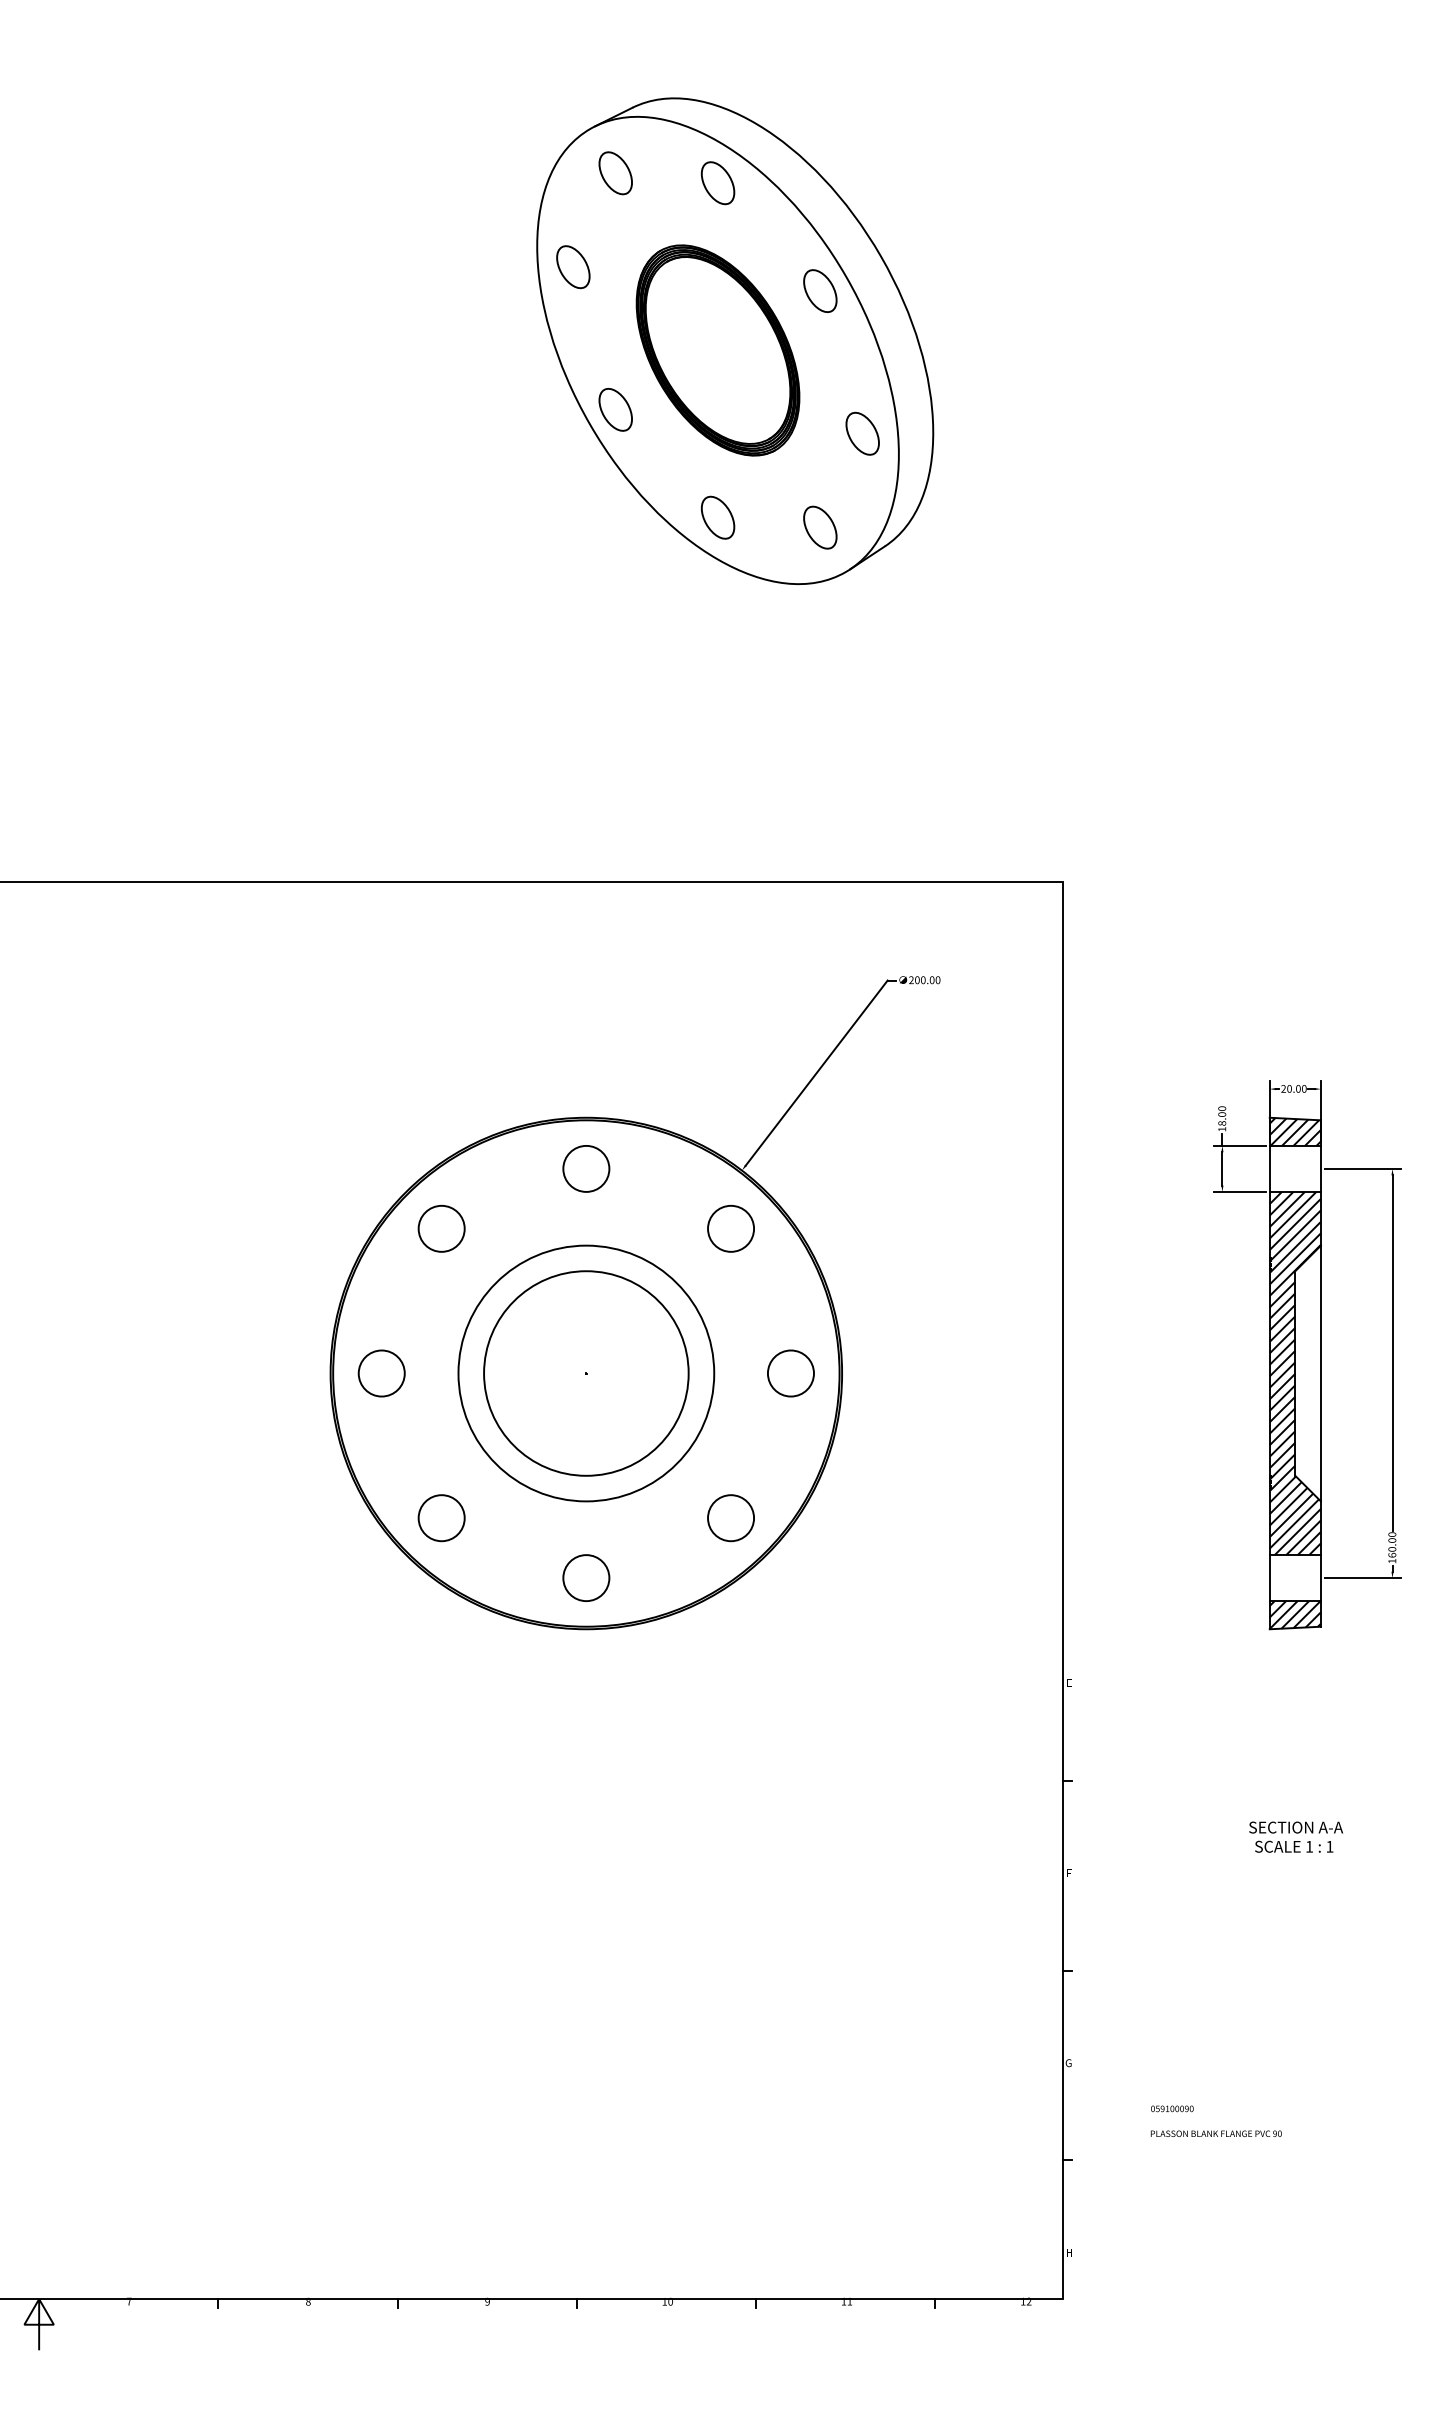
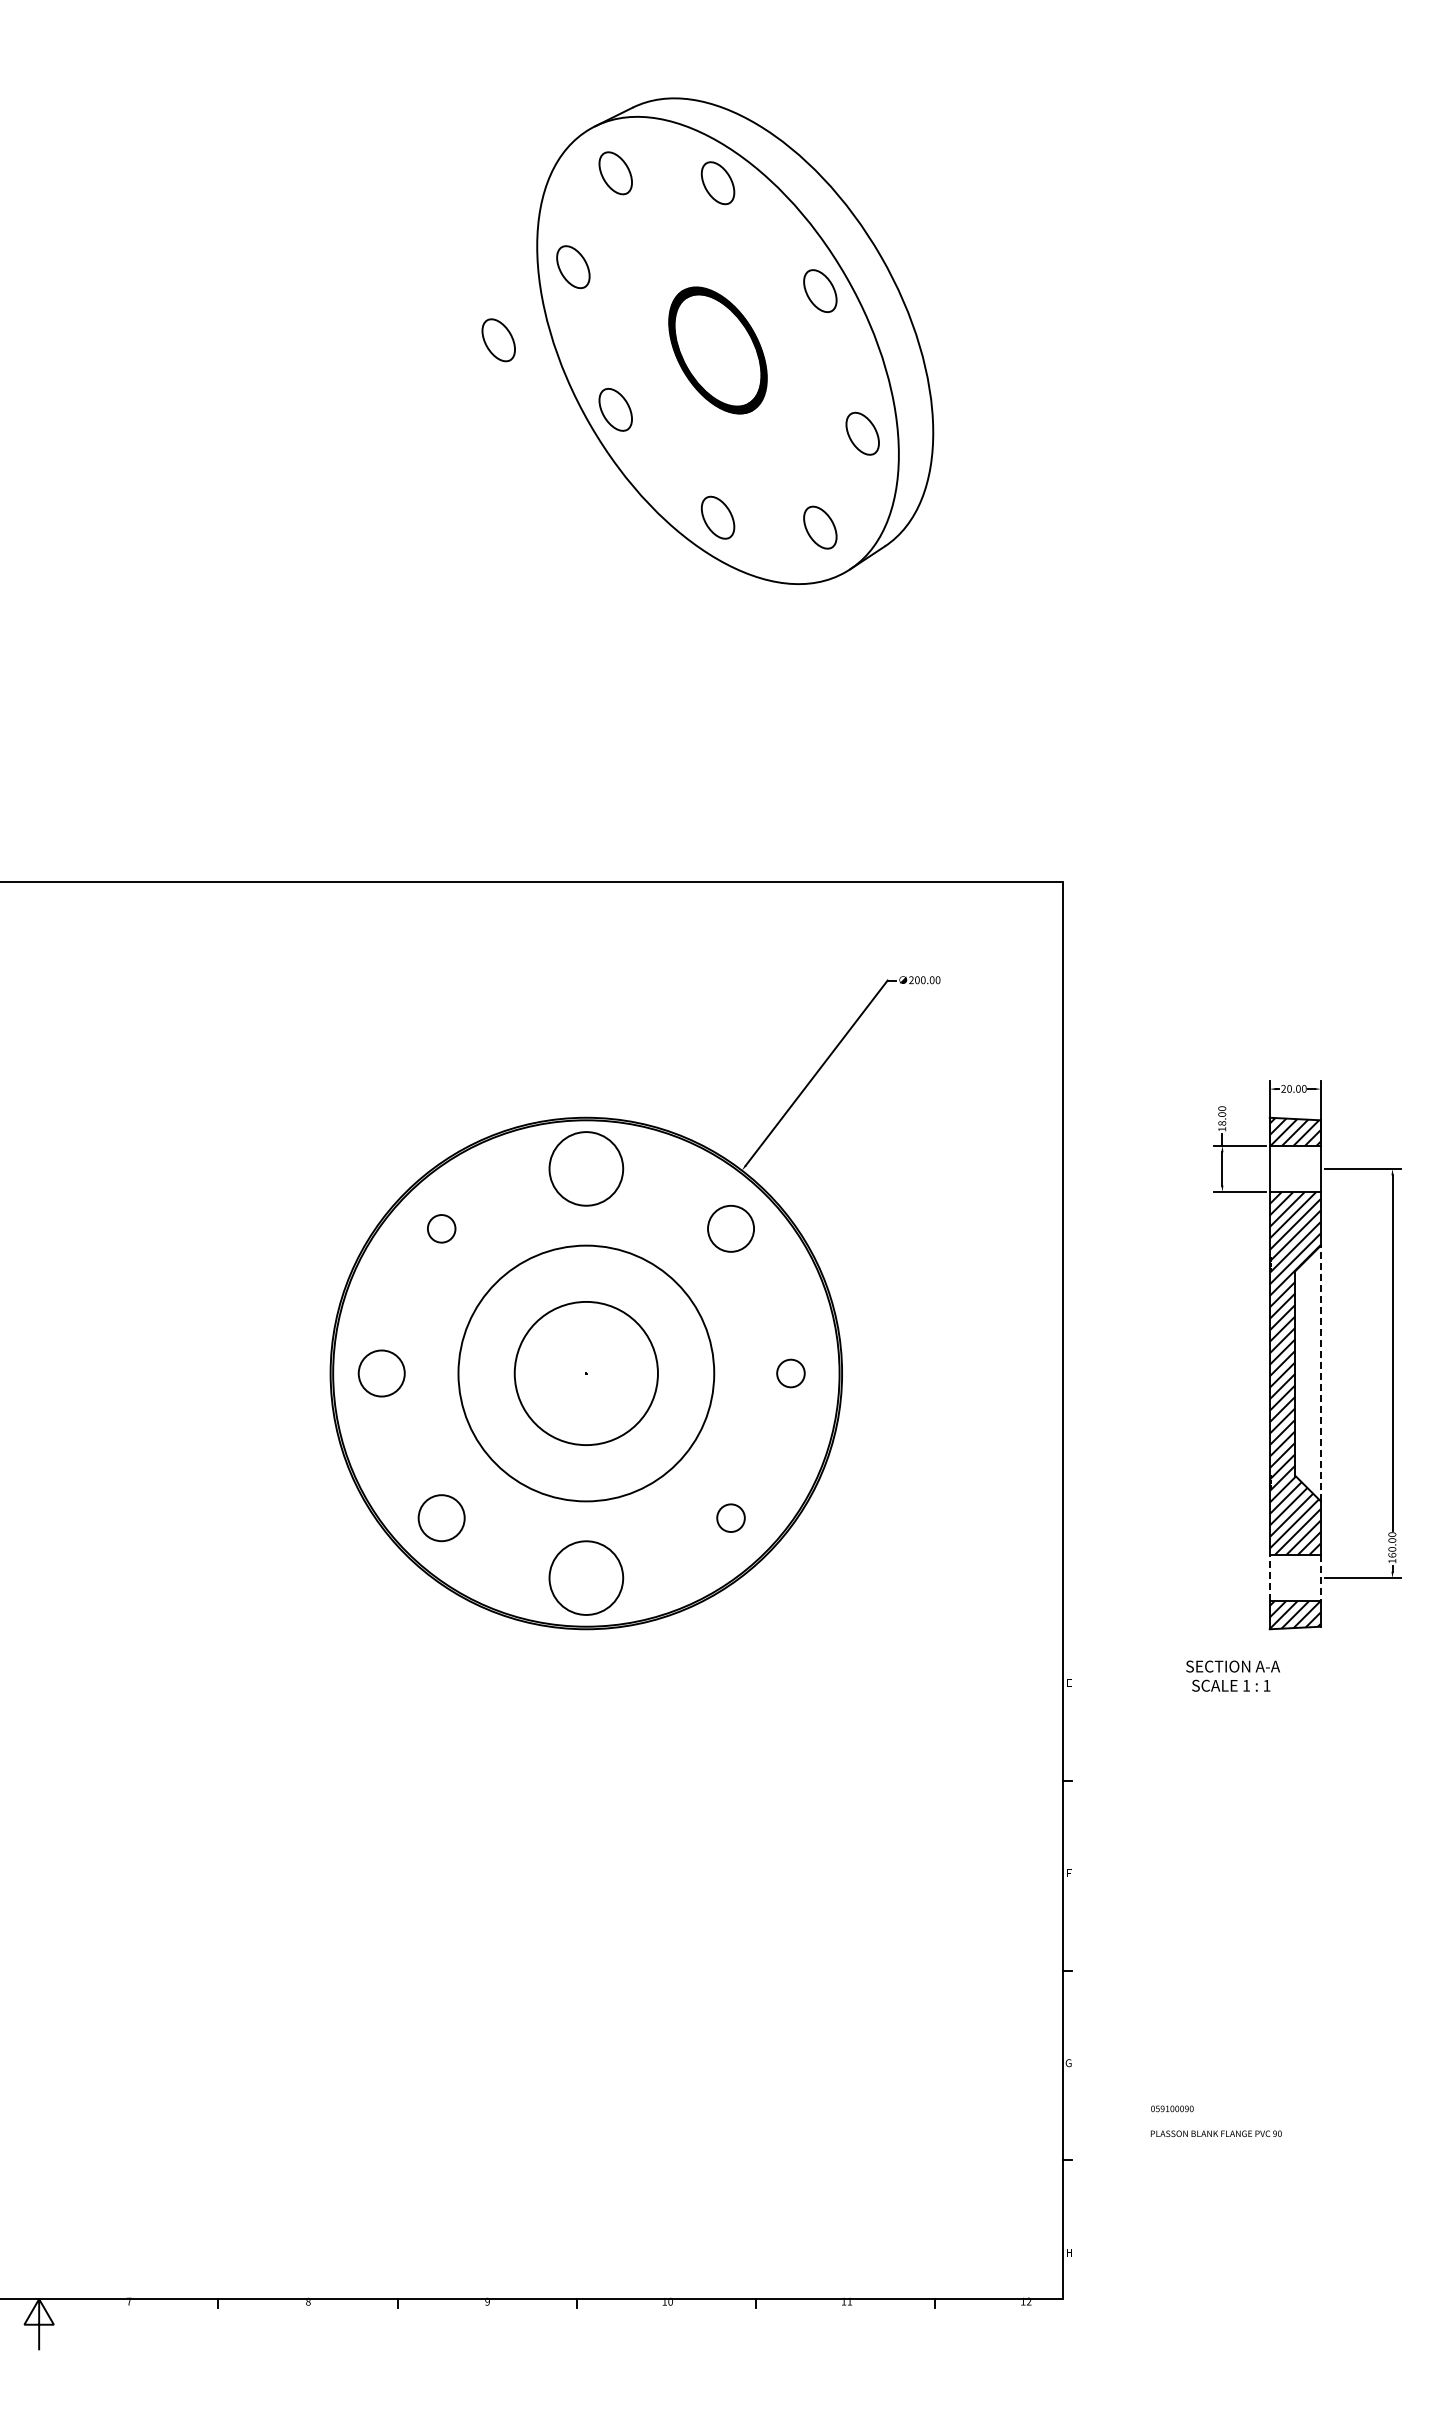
part at (498, 340): none -> present
part at (717, 350) size: 166x213 px -> 100x129 px
circle at (586, 1168) diameter: 46 px -> 74 px
circle at (441, 1228) diameter: 46 px -> 28 px
circle at (586, 1373) diameter: 205 px -> 143 px
circle at (790, 1373) diameter: 46 px -> 28 px
line at (1320, 1373): solid -> dashed
circle at (731, 1518) diameter: 46 px -> 28 px
line at (1269, 1577): solid -> dashed
circle at (586, 1578) diameter: 46 px -> 74 px
line at (1320, 1578): solid -> dashed
text at (1295, 1836) position: (1295, 1836) -> (1232, 1675)
